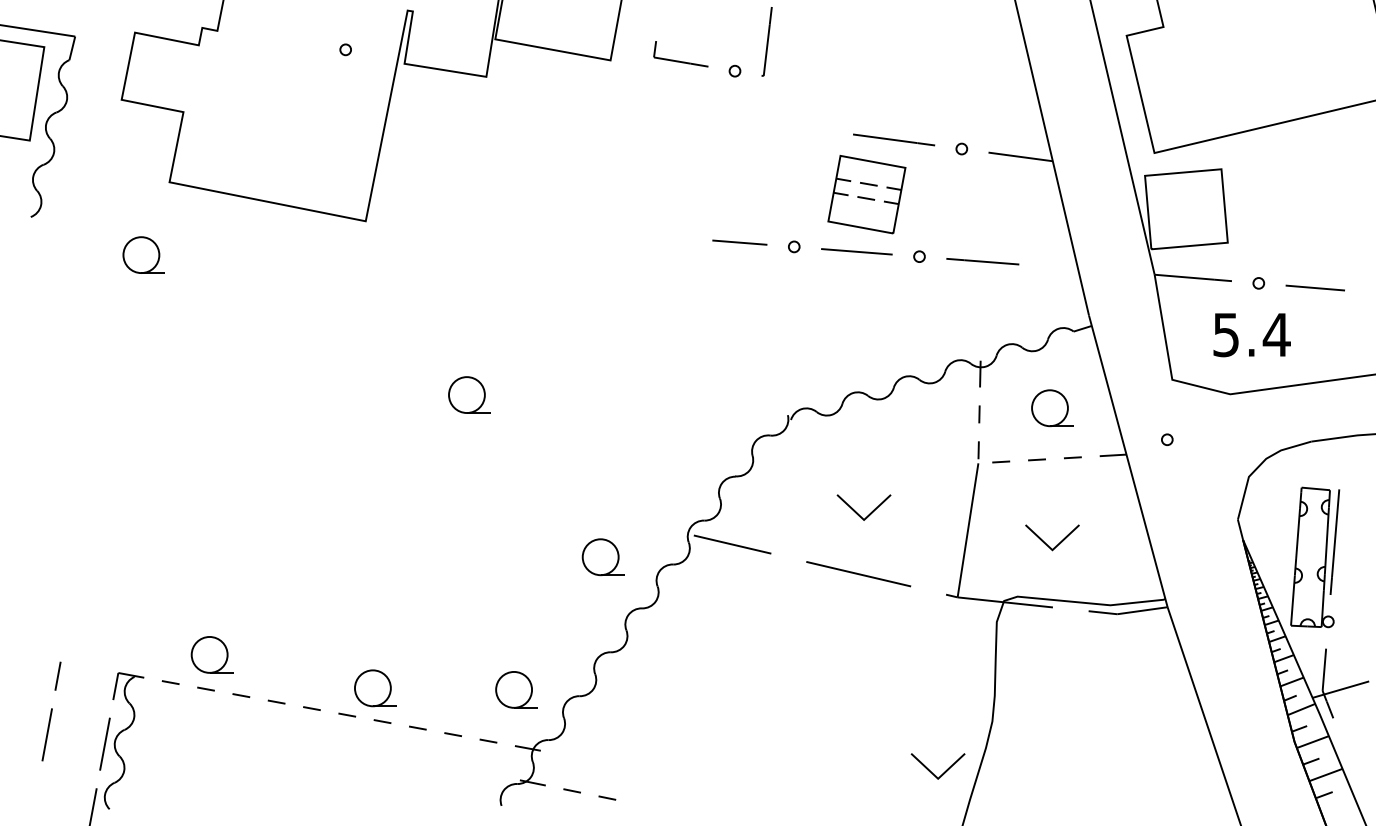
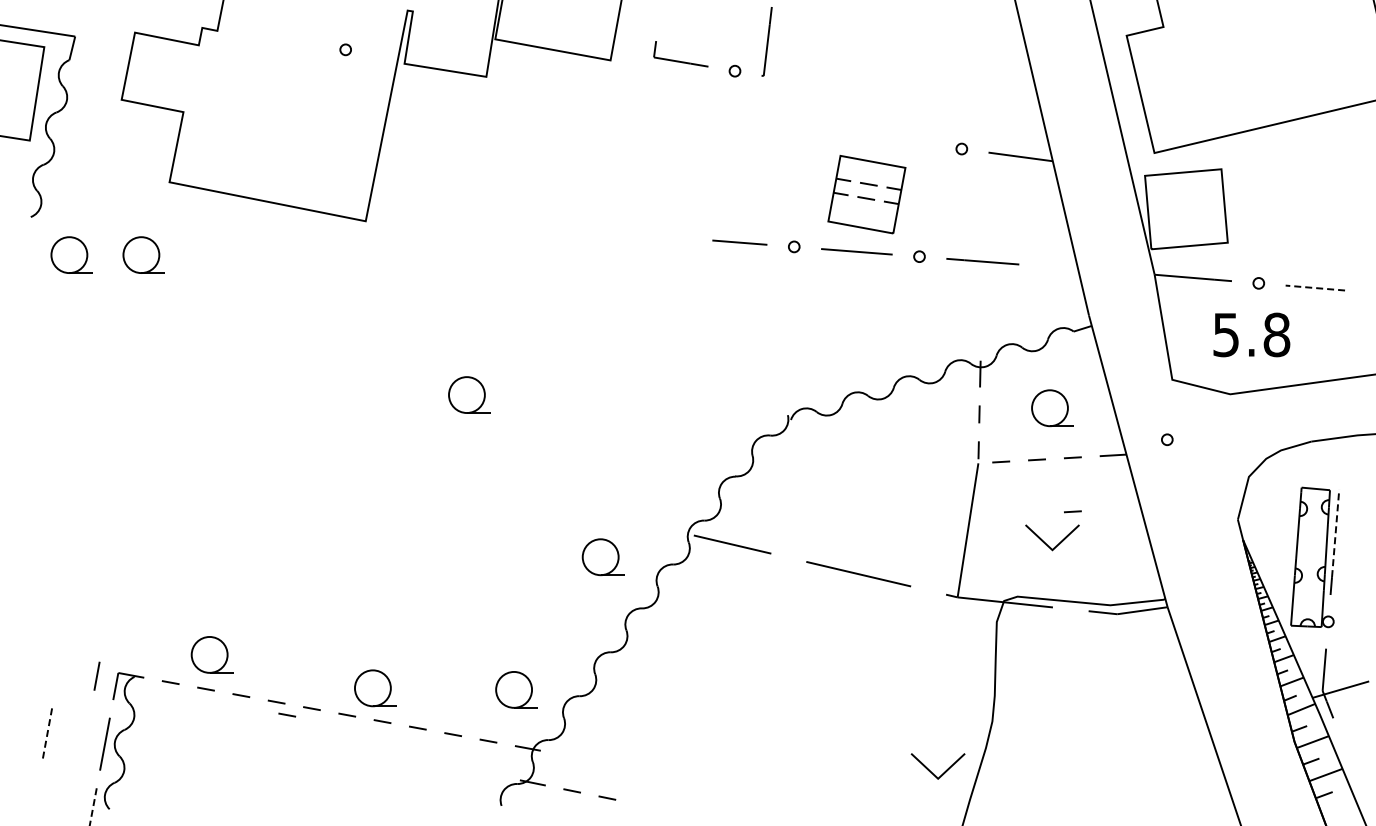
line at (894, 139): present -> none
part at (71, 254): none -> present
line at (1315, 288): solid -> dashed
text at (1276, 334): 5.4 -> 5.8
line at (1072, 511): none -> present
part at (857, 512): present -> none
line at (1335, 532): solid -> dashed
line at (57, 675) position: (57, 675) -> (96, 675)
line at (287, 714): none -> present
line at (47, 734): solid -> dashed
line at (93, 806): solid -> dashed
